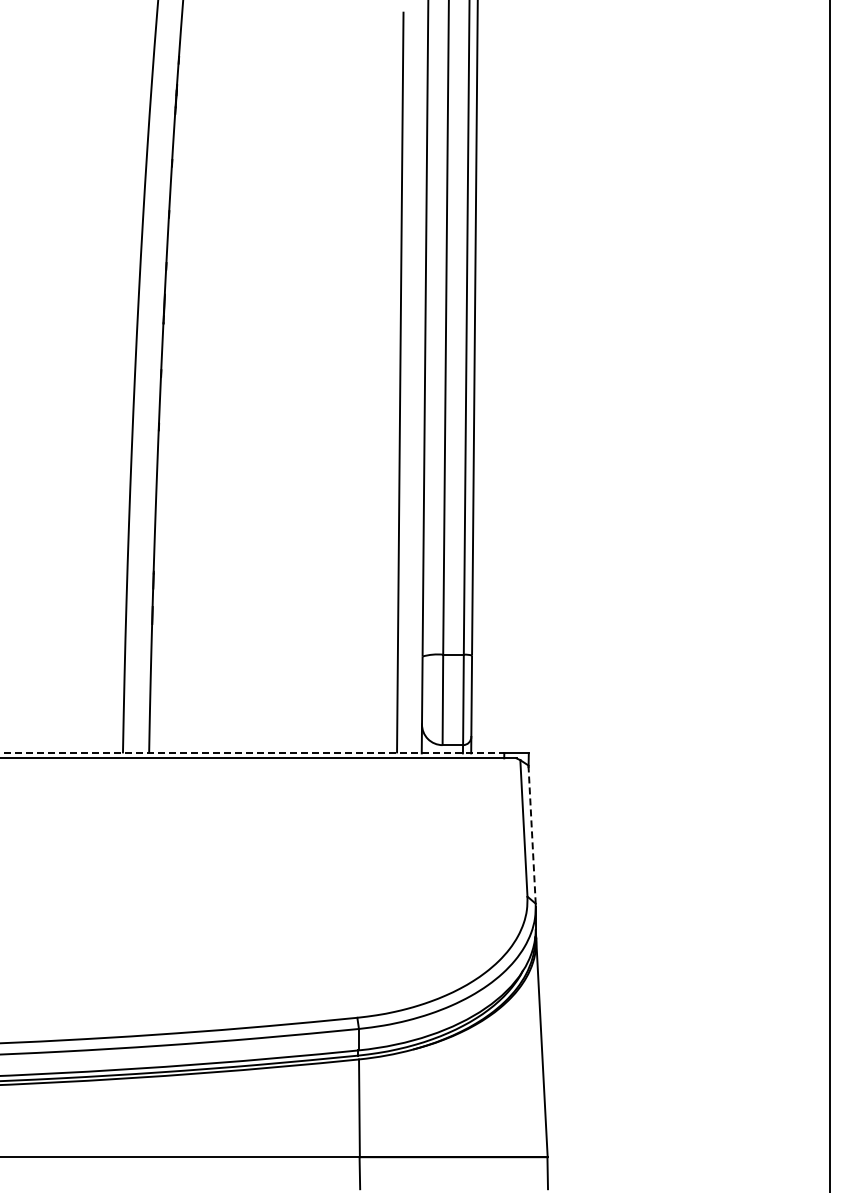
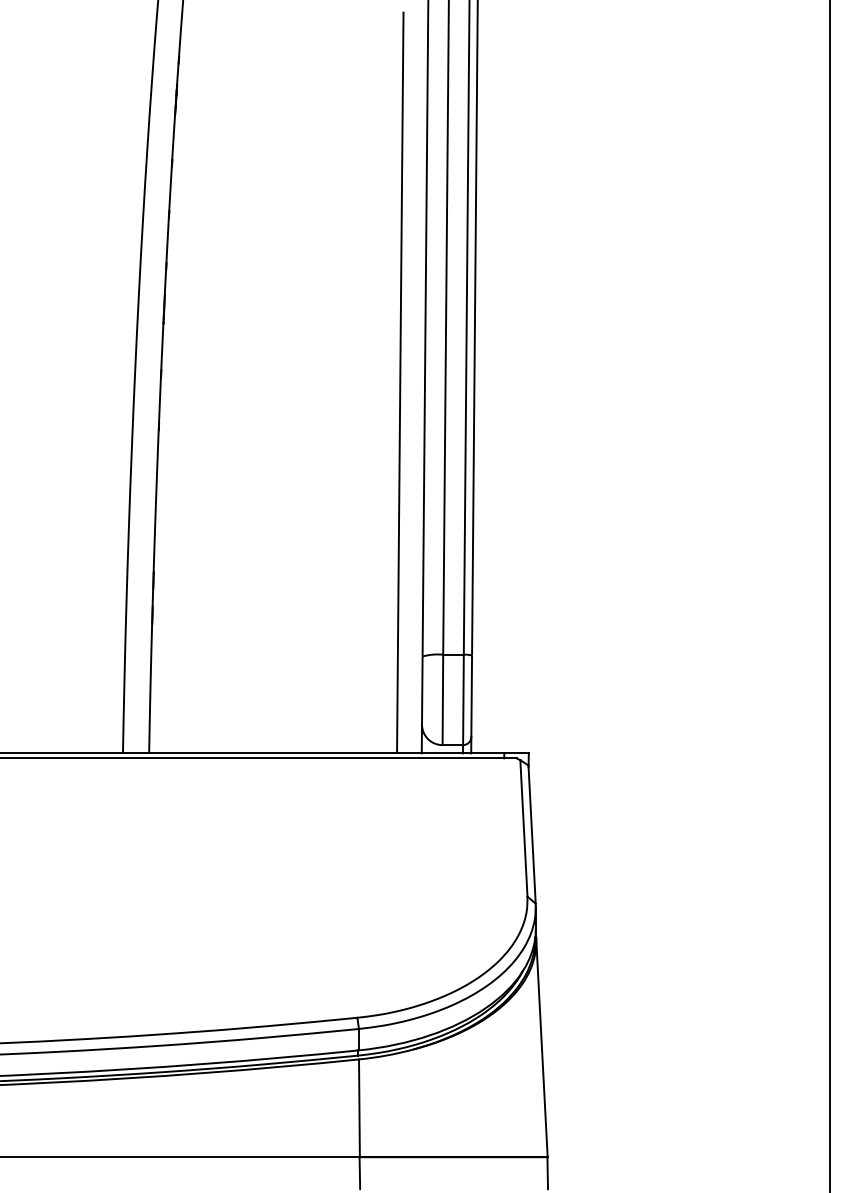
line at (252, 753): dashed -> solid
line at (532, 835): dashed -> solid
